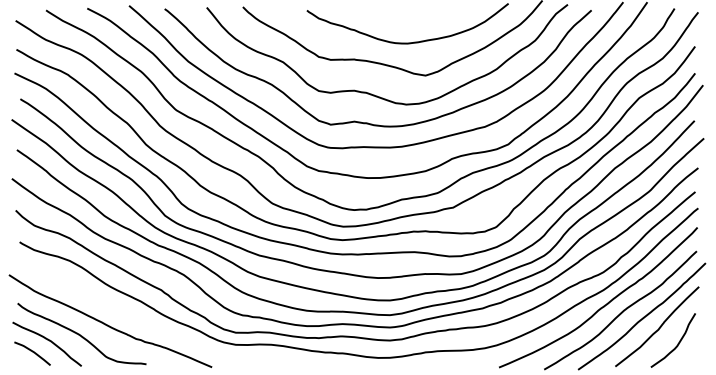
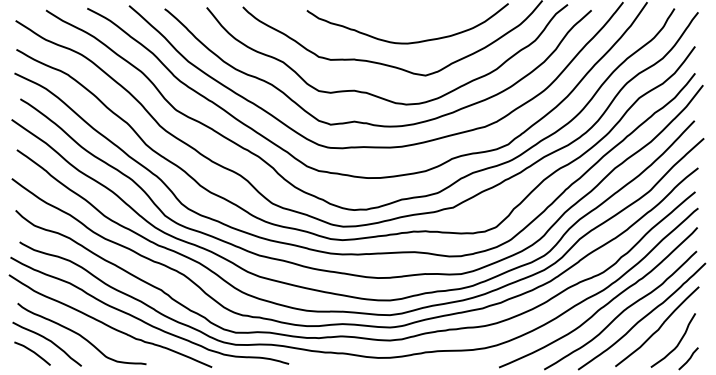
curve at (143, 320): none -> present
line at (688, 358): none -> present
